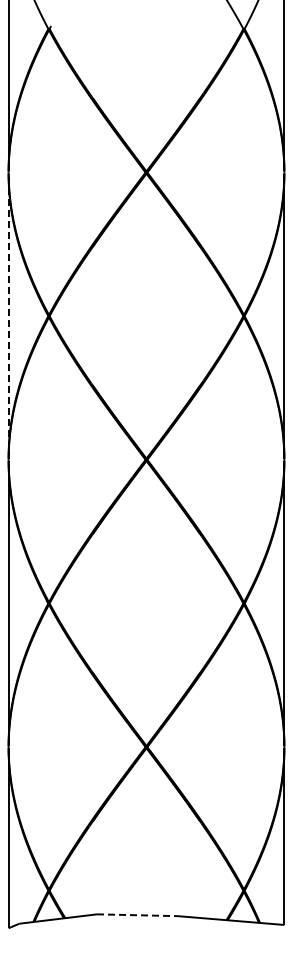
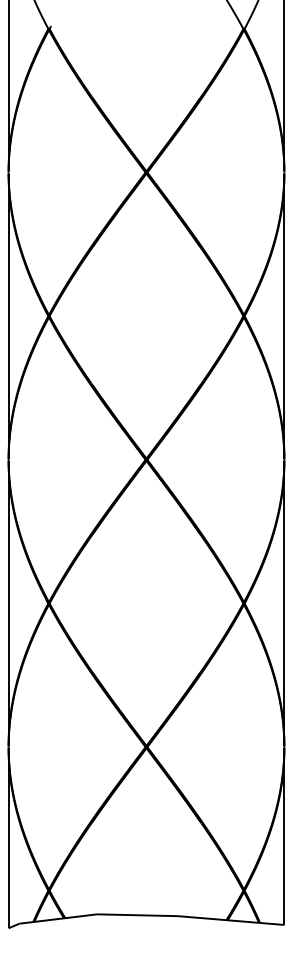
line at (8, 315): dashed -> solid
line at (138, 915): dashed -> solid
